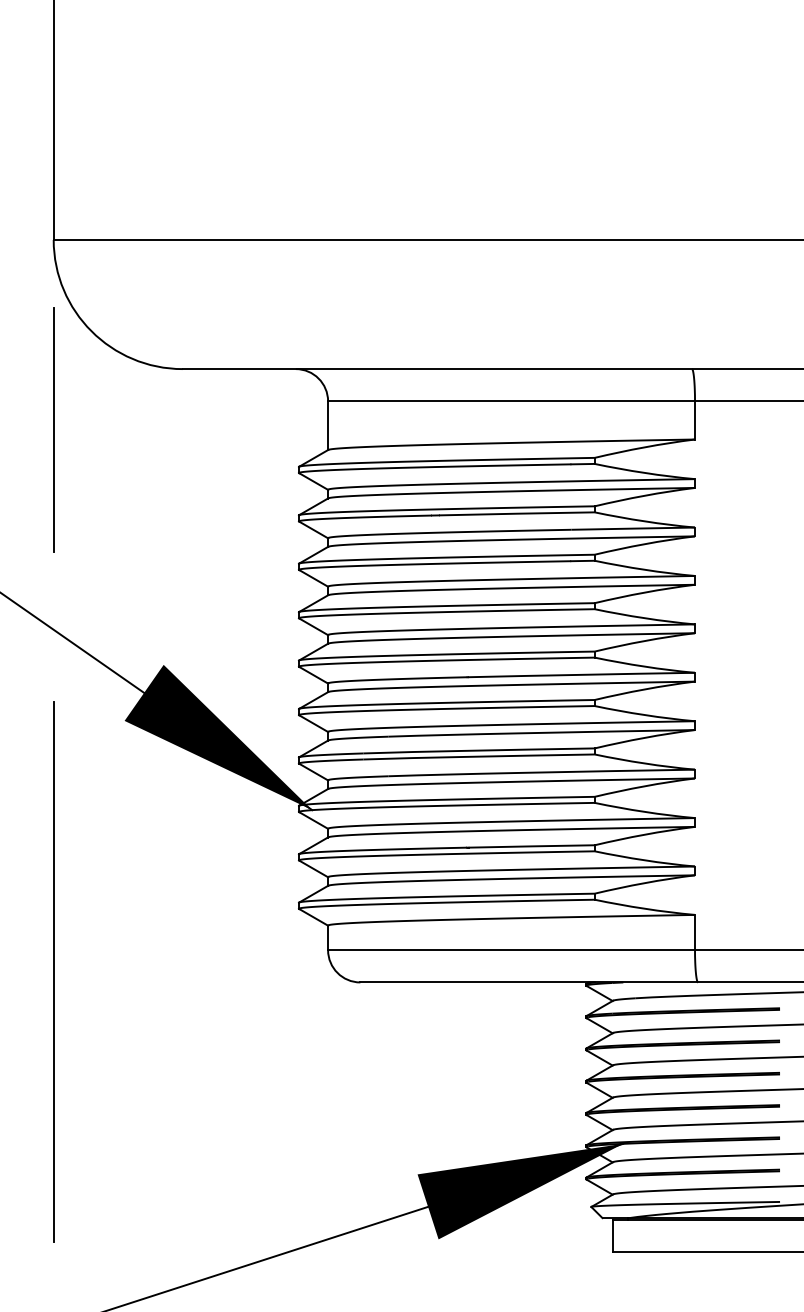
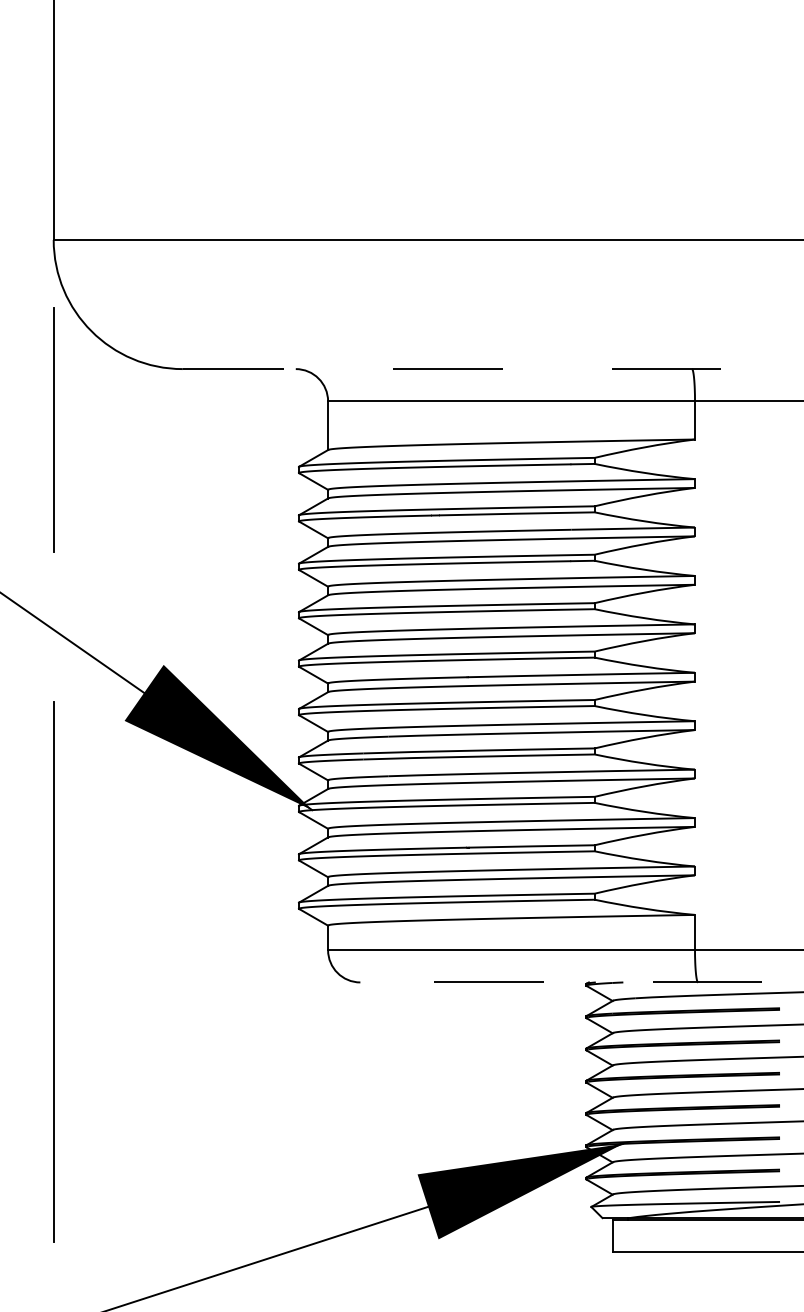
line at (492, 369): solid -> dashed
line at (581, 982): solid -> dashed
